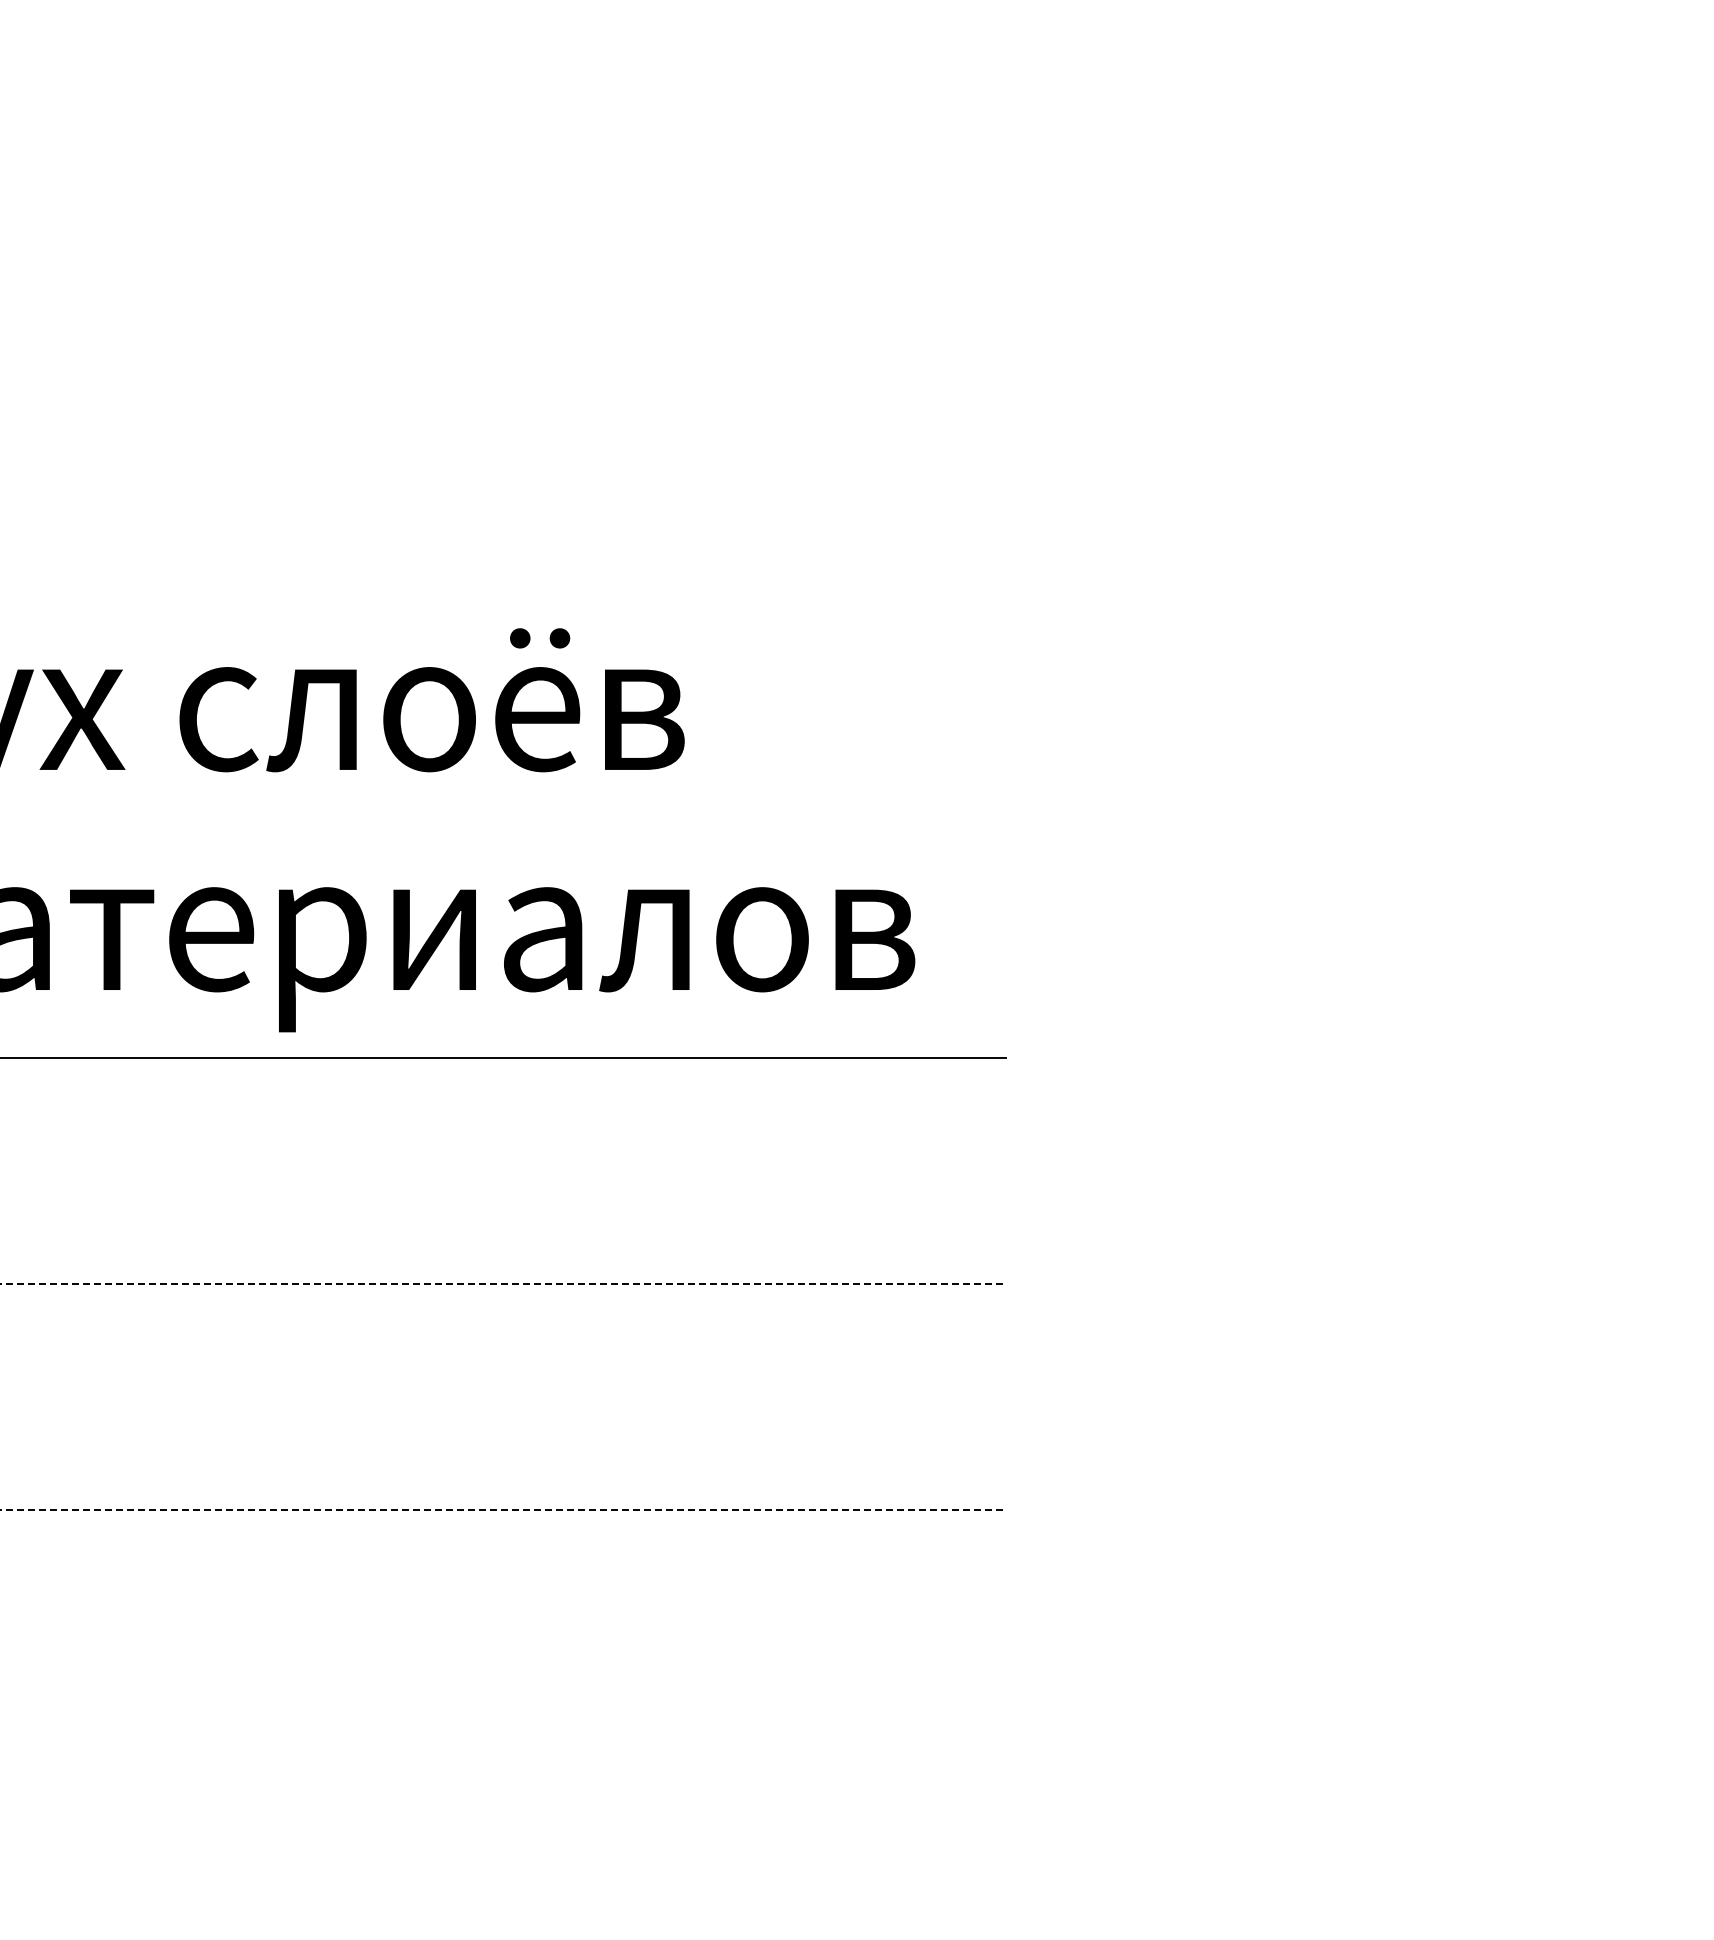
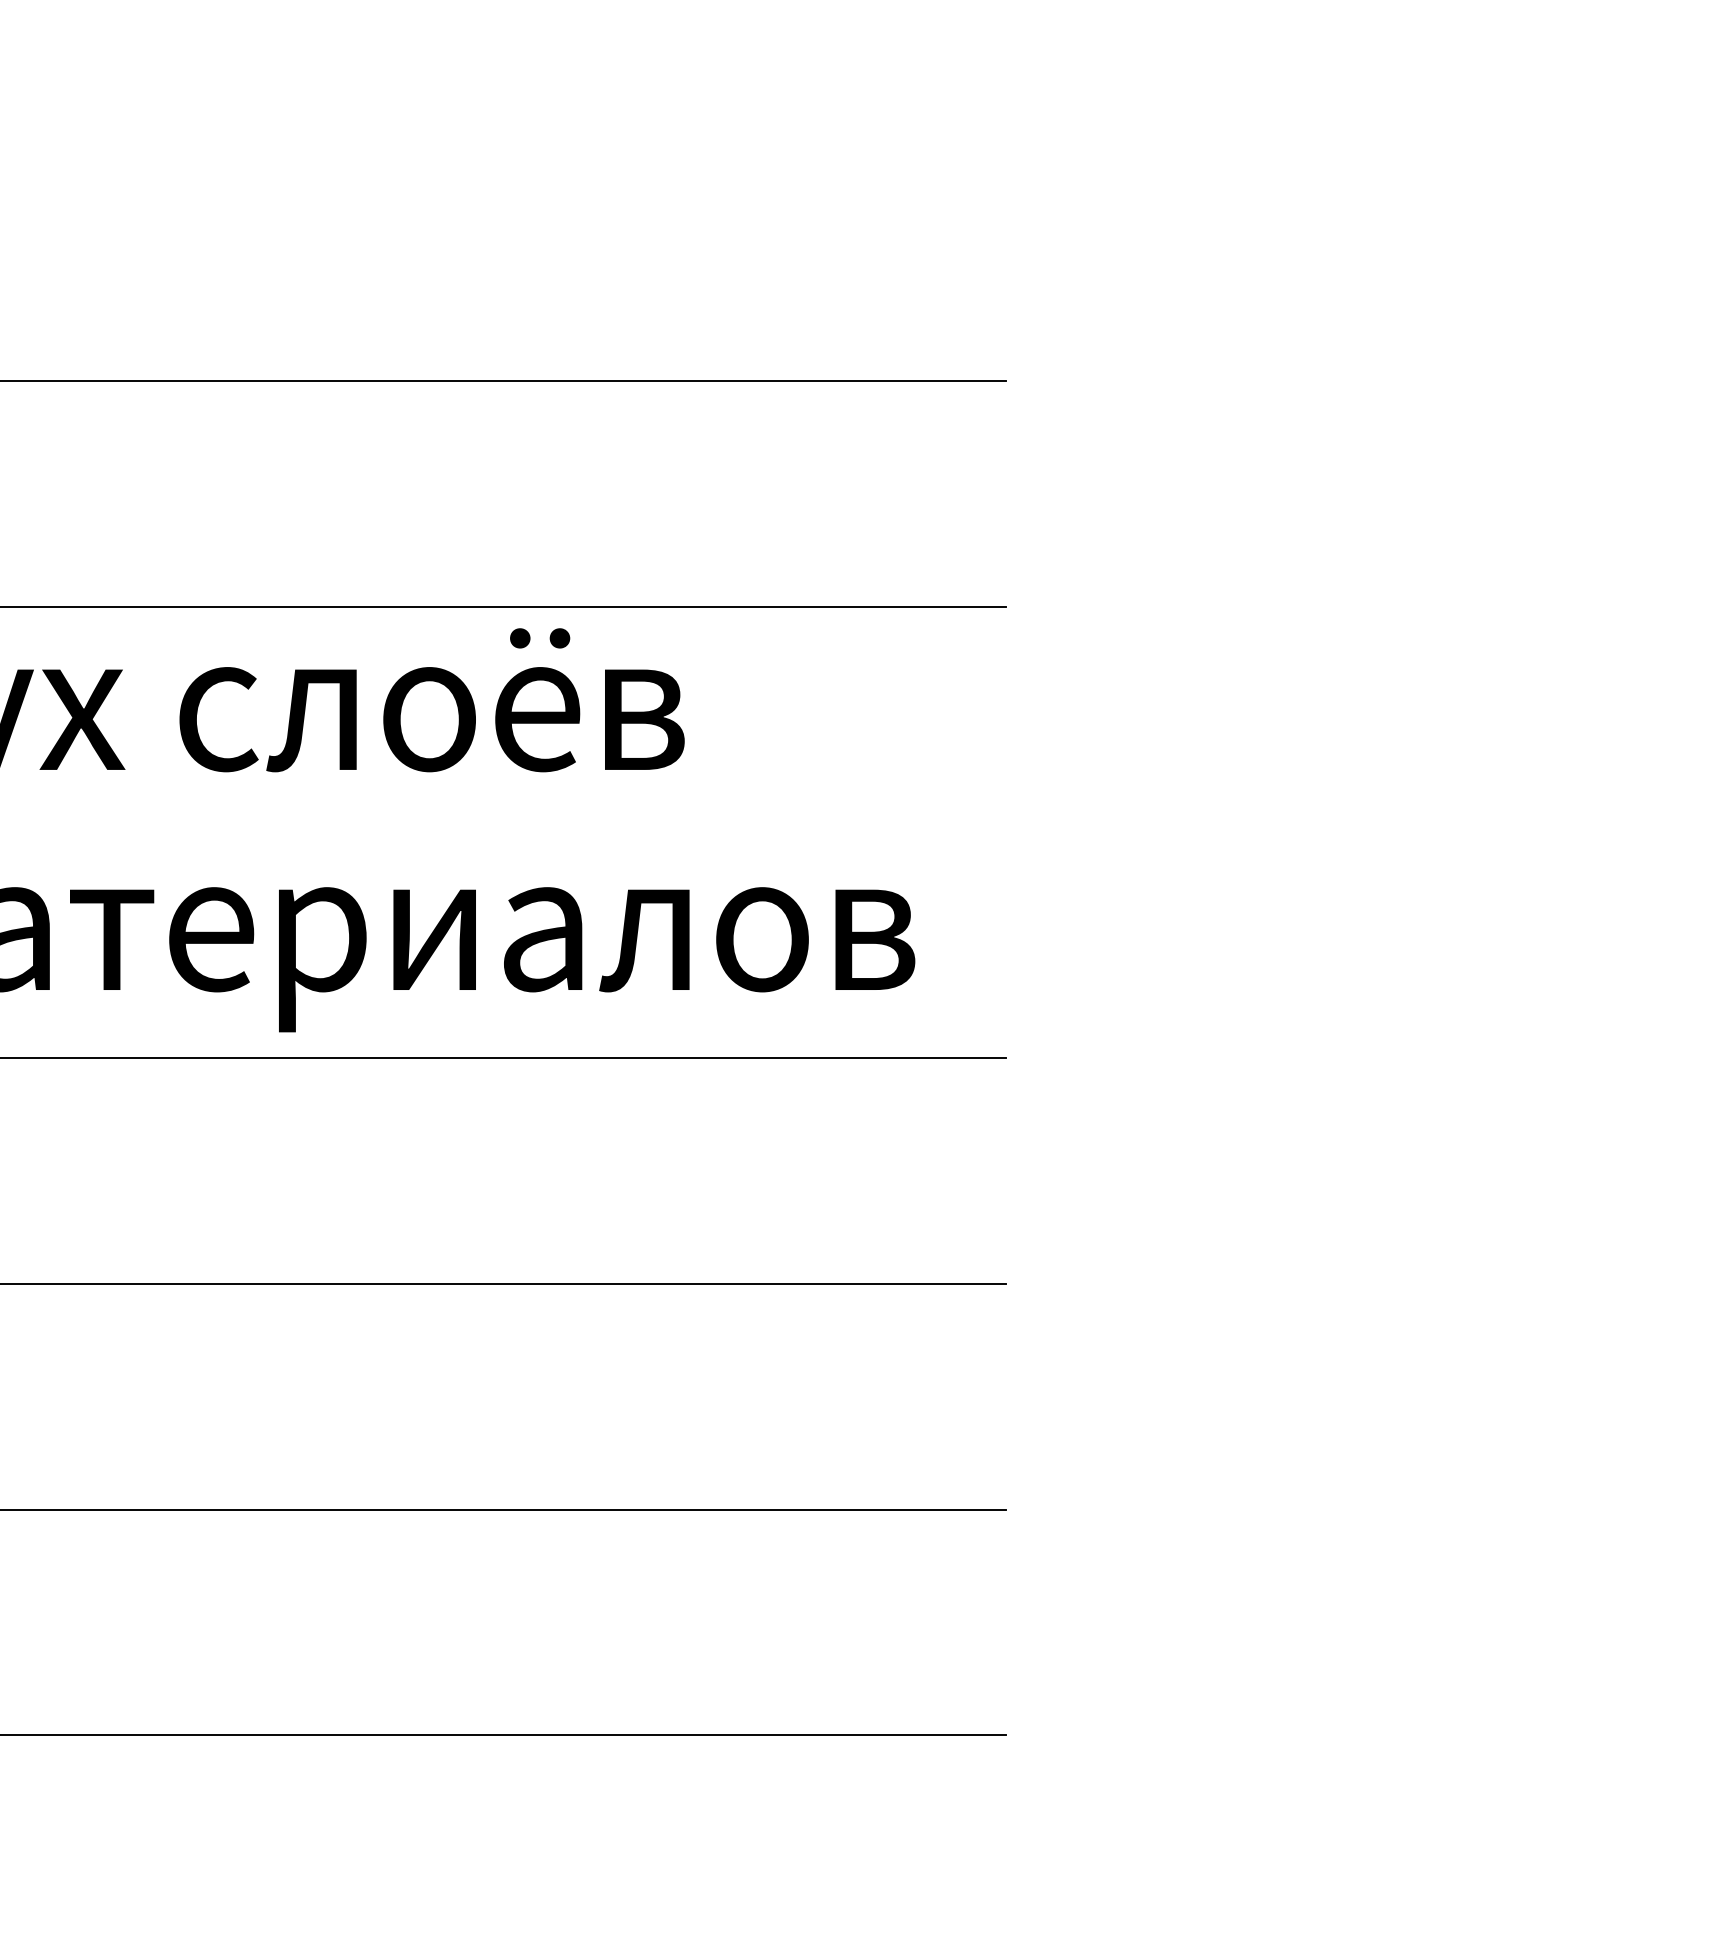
line at (504, 381): none -> present
line at (504, 606): none -> present
line at (503, 1284): dashed -> solid
line at (503, 1509): dashed -> solid
line at (504, 1735): none -> present
